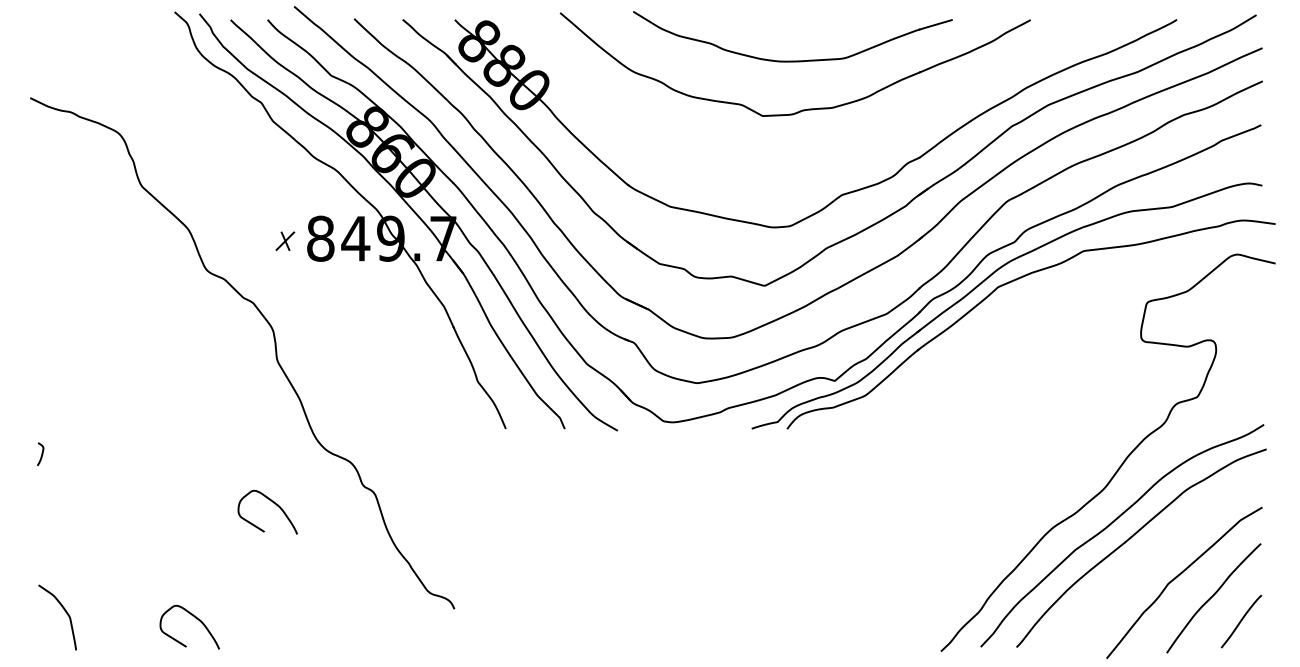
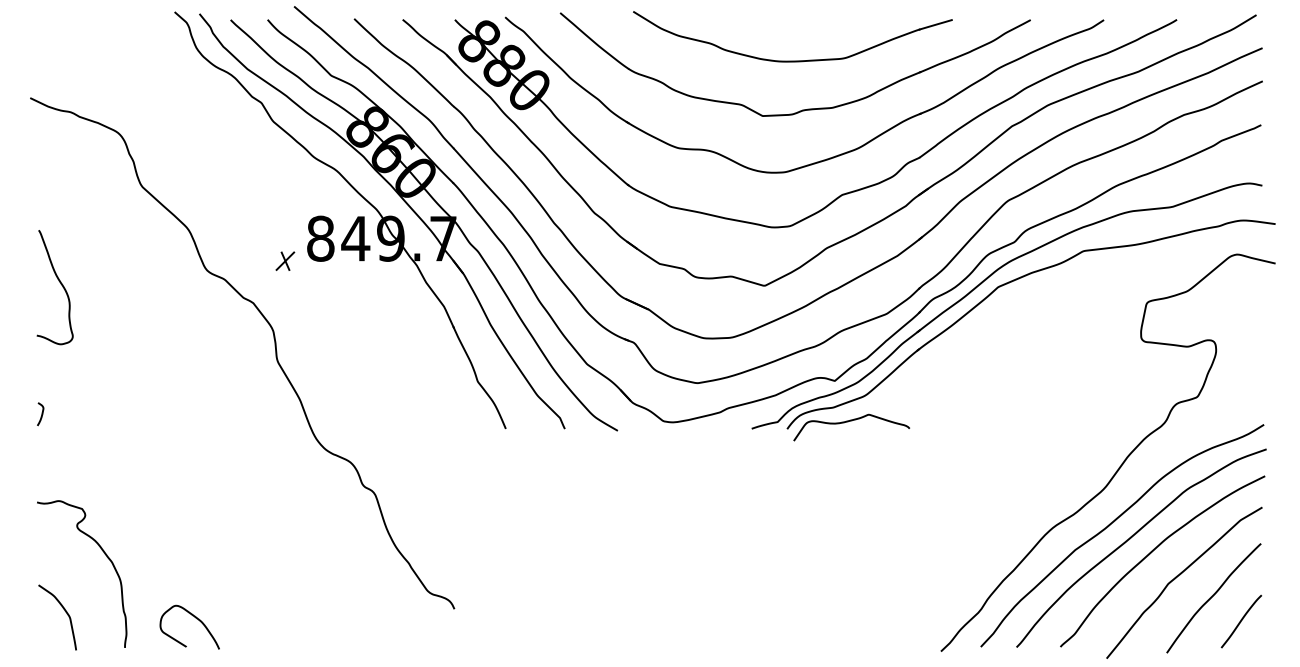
part at (826, 158): none -> present
part at (285, 240) position: (285, 240) -> (285, 260)
curve at (60, 284): none -> present
curve at (848, 422): none -> present
curve at (41, 454) position: (41, 454) -> (41, 414)
curve at (273, 503): present -> none
curve at (1153, 551): none -> present
curve at (104, 554): none -> present
